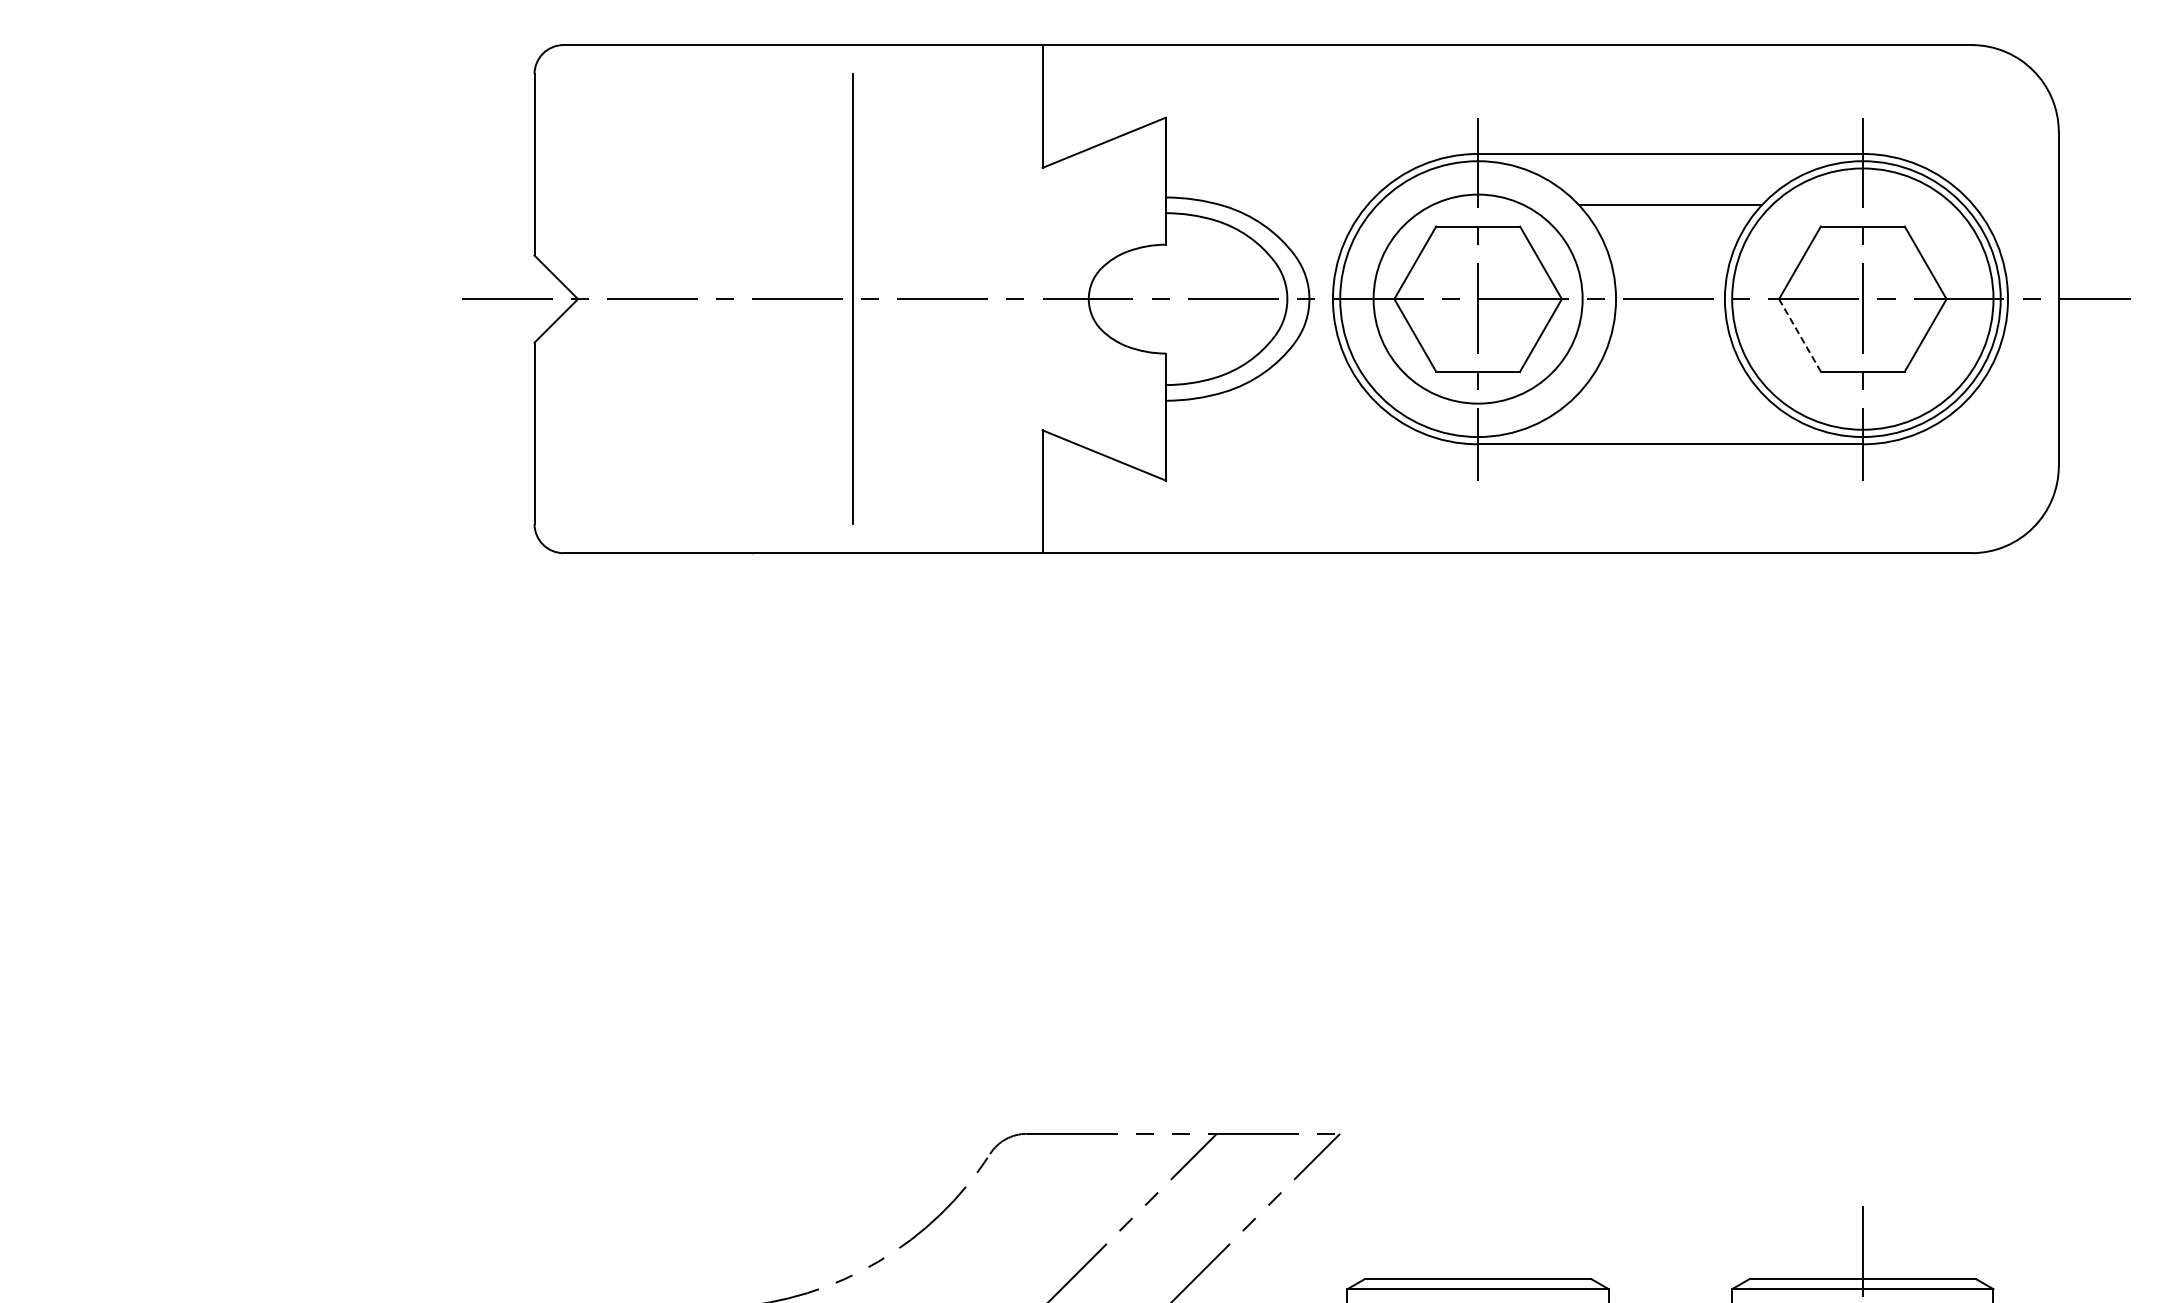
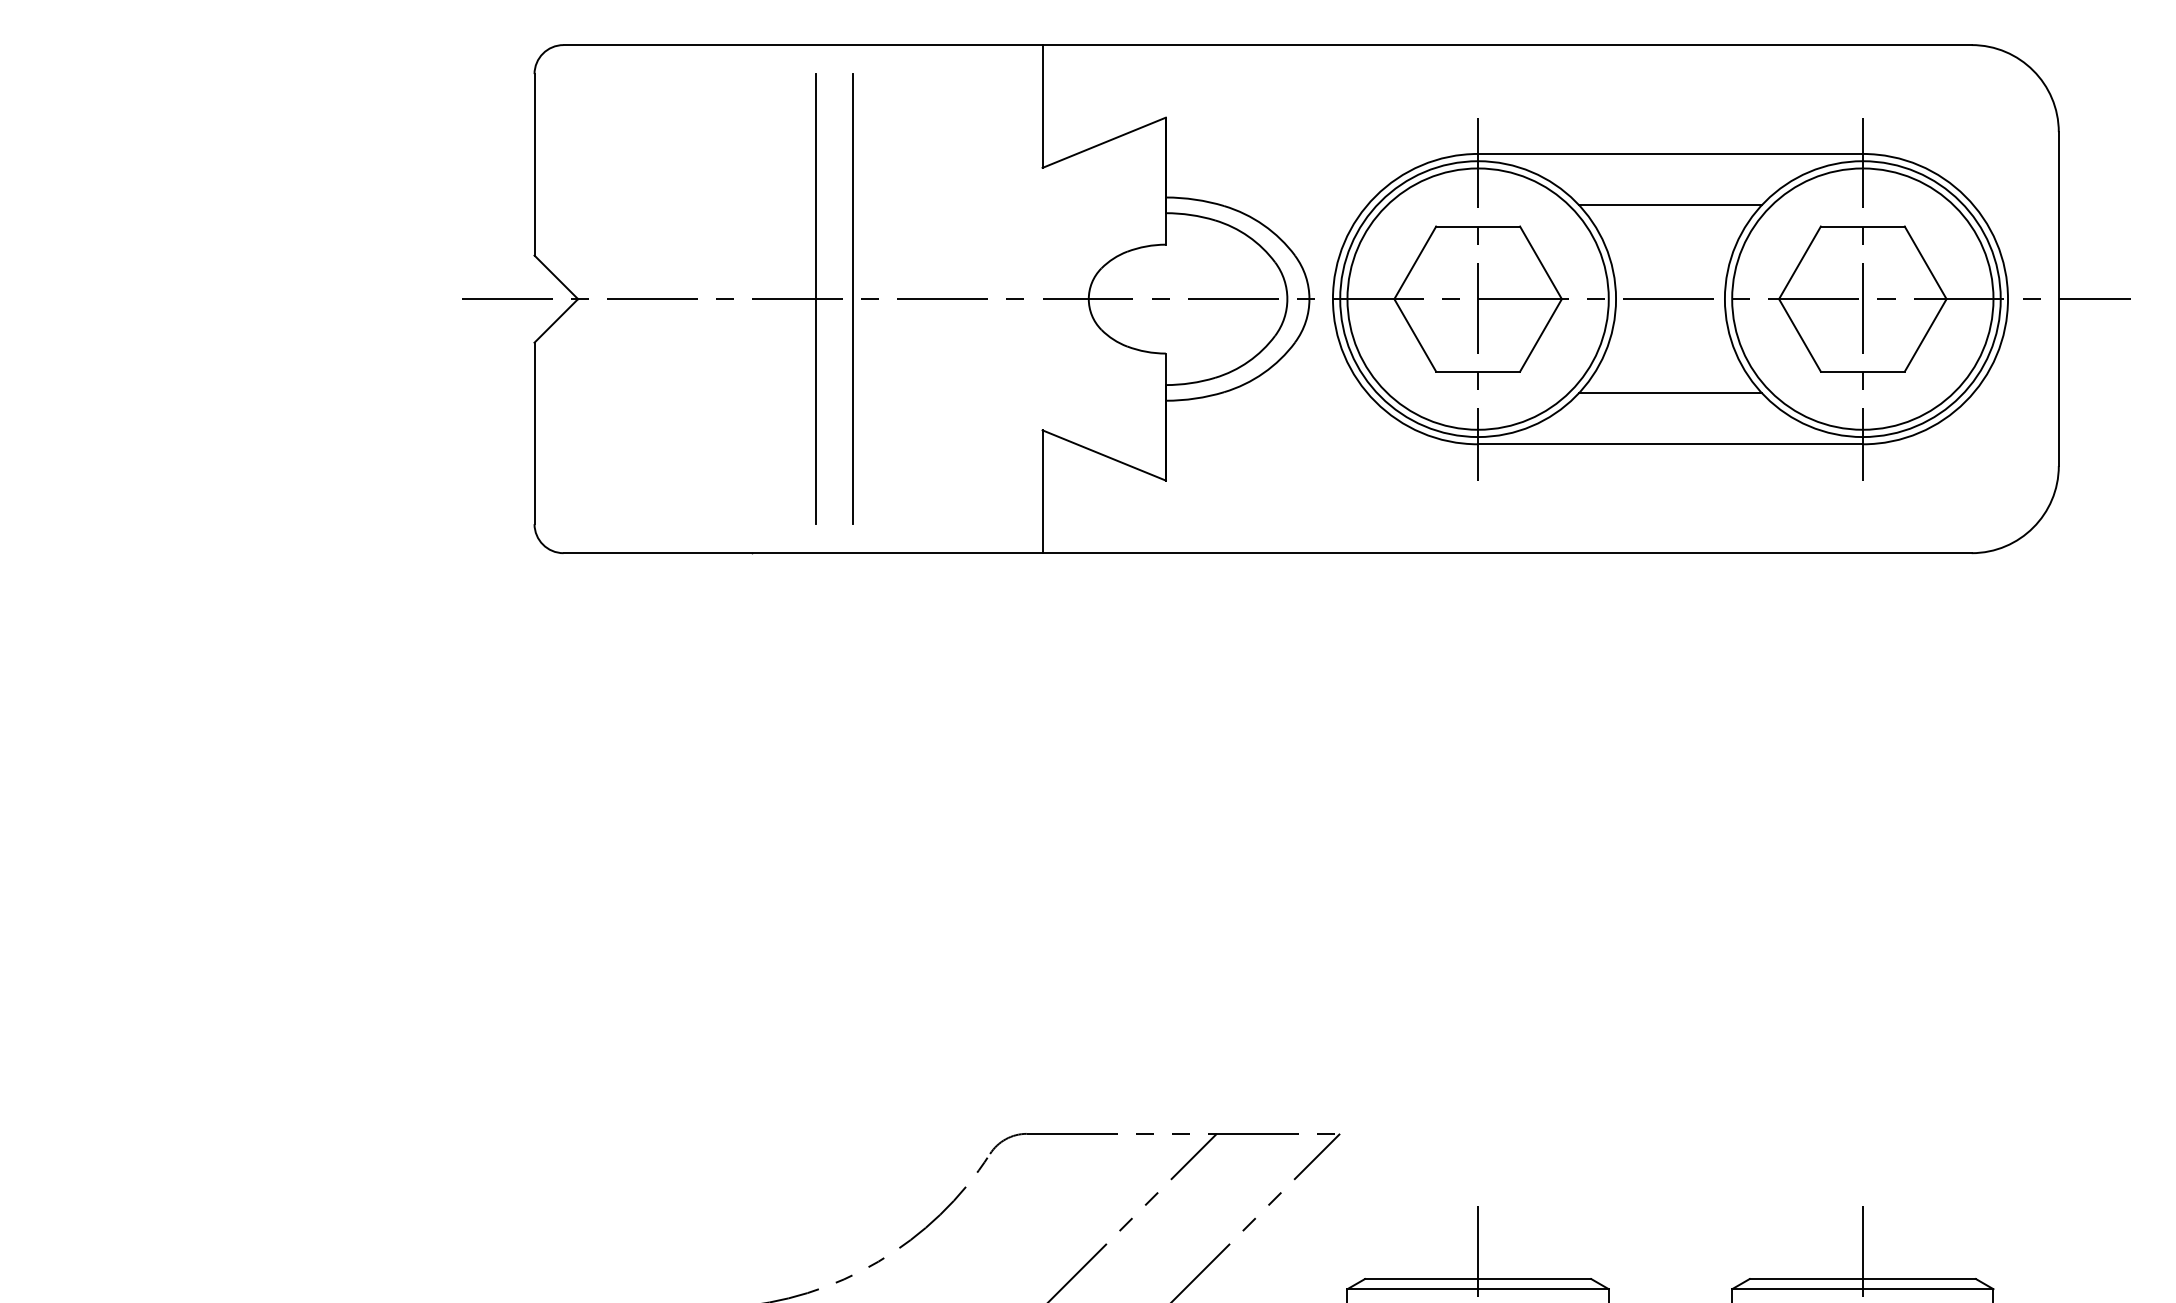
circle at (1477, 298) diameter: 209 px -> 261 px
line at (815, 299): none -> present
line at (1799, 335): dashed -> solid
line at (1670, 393): none -> present
line at (1478, 1252): none -> present
